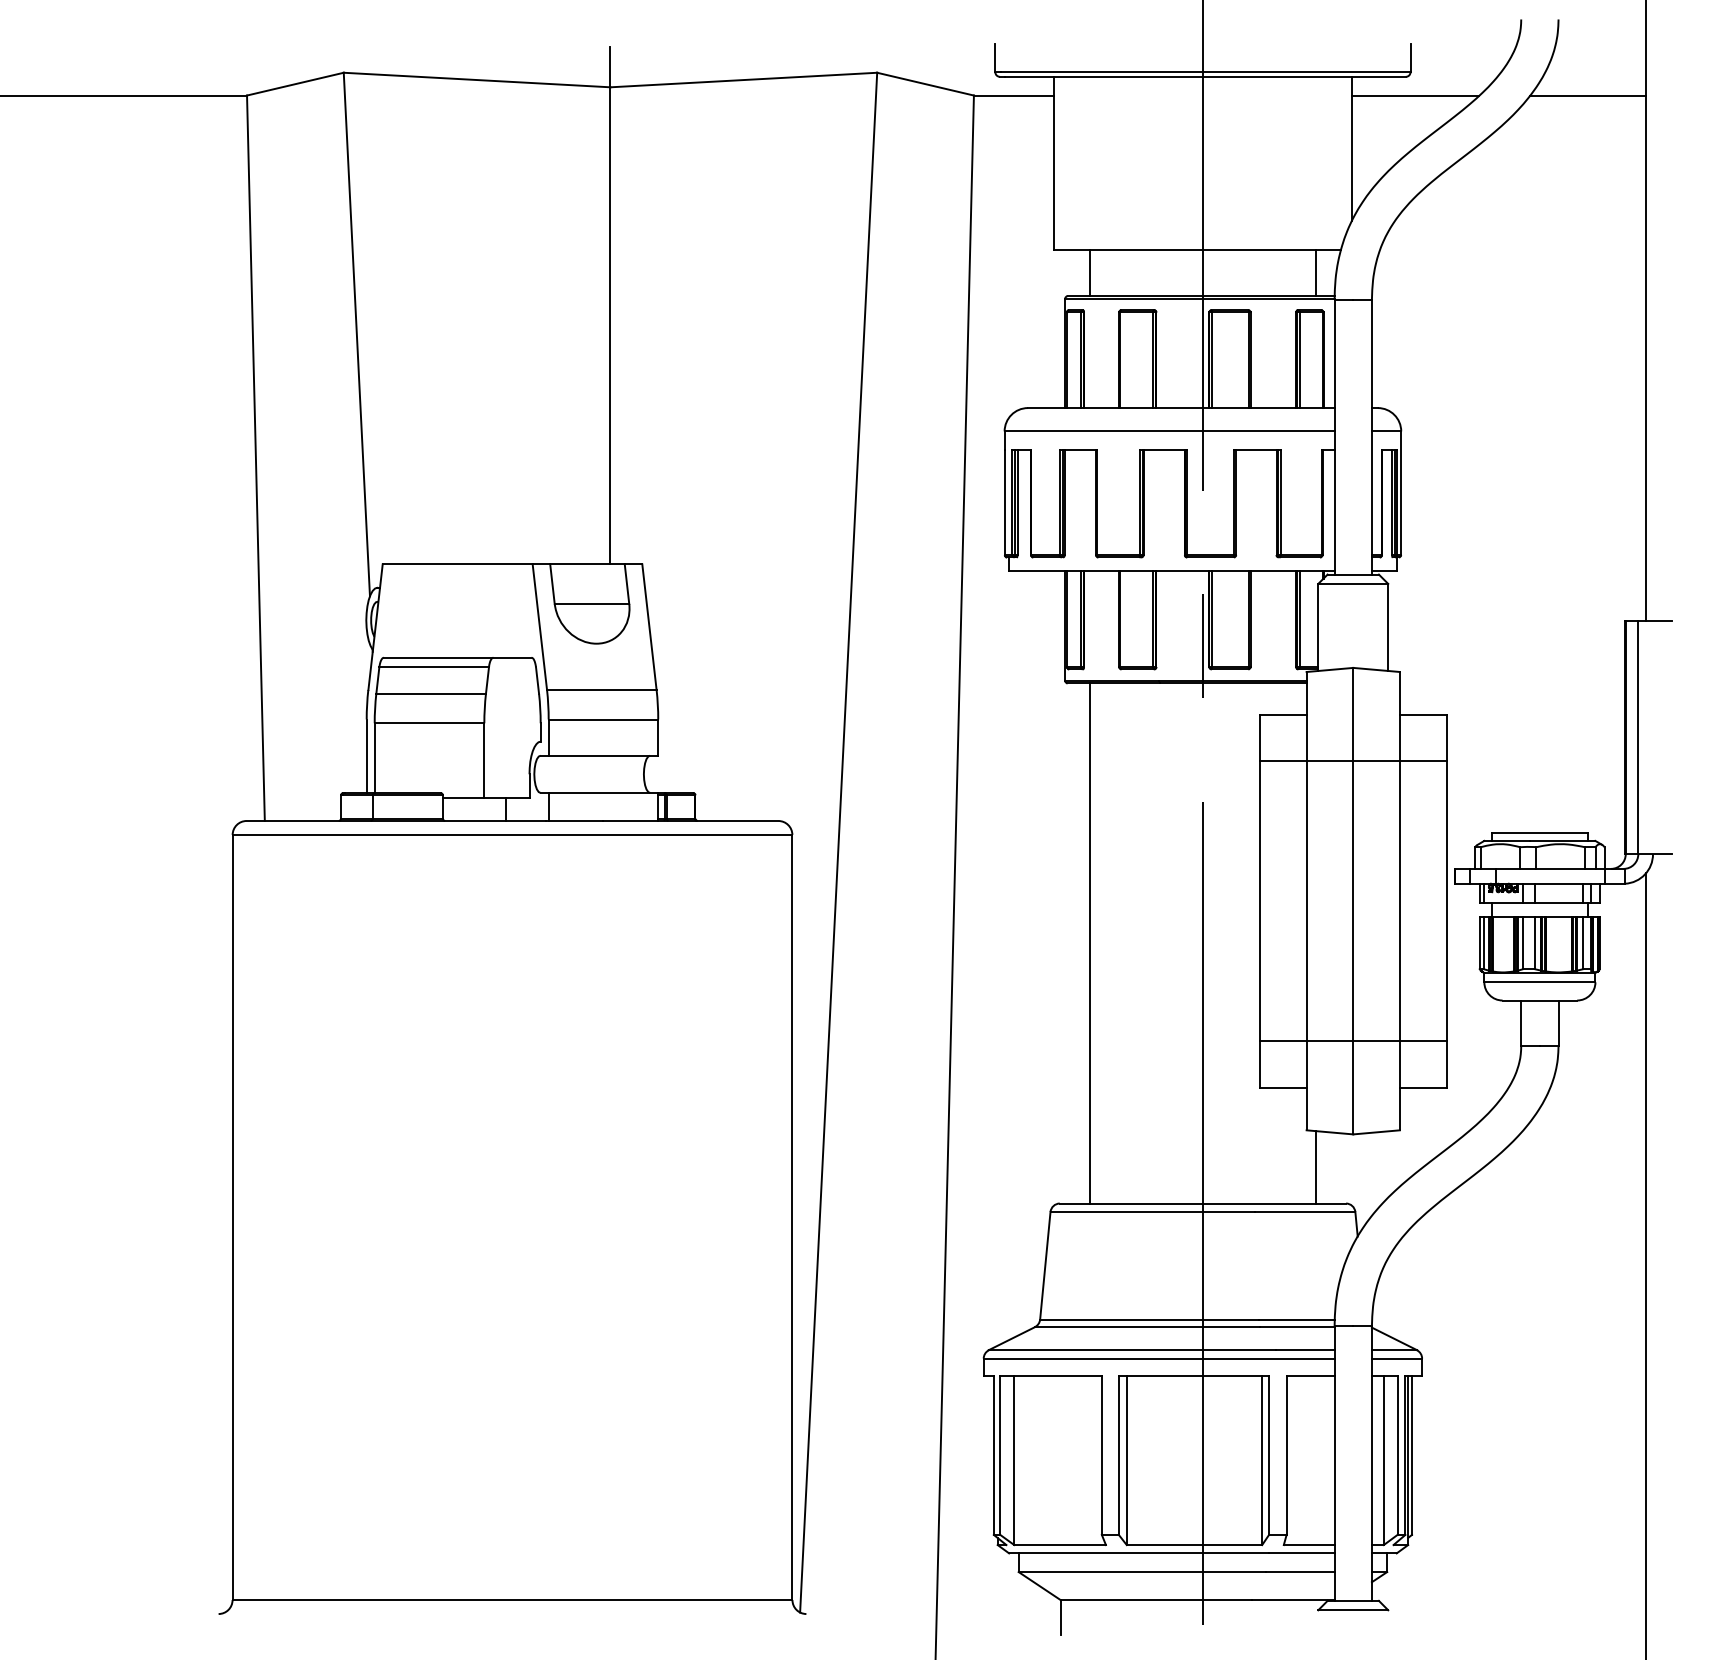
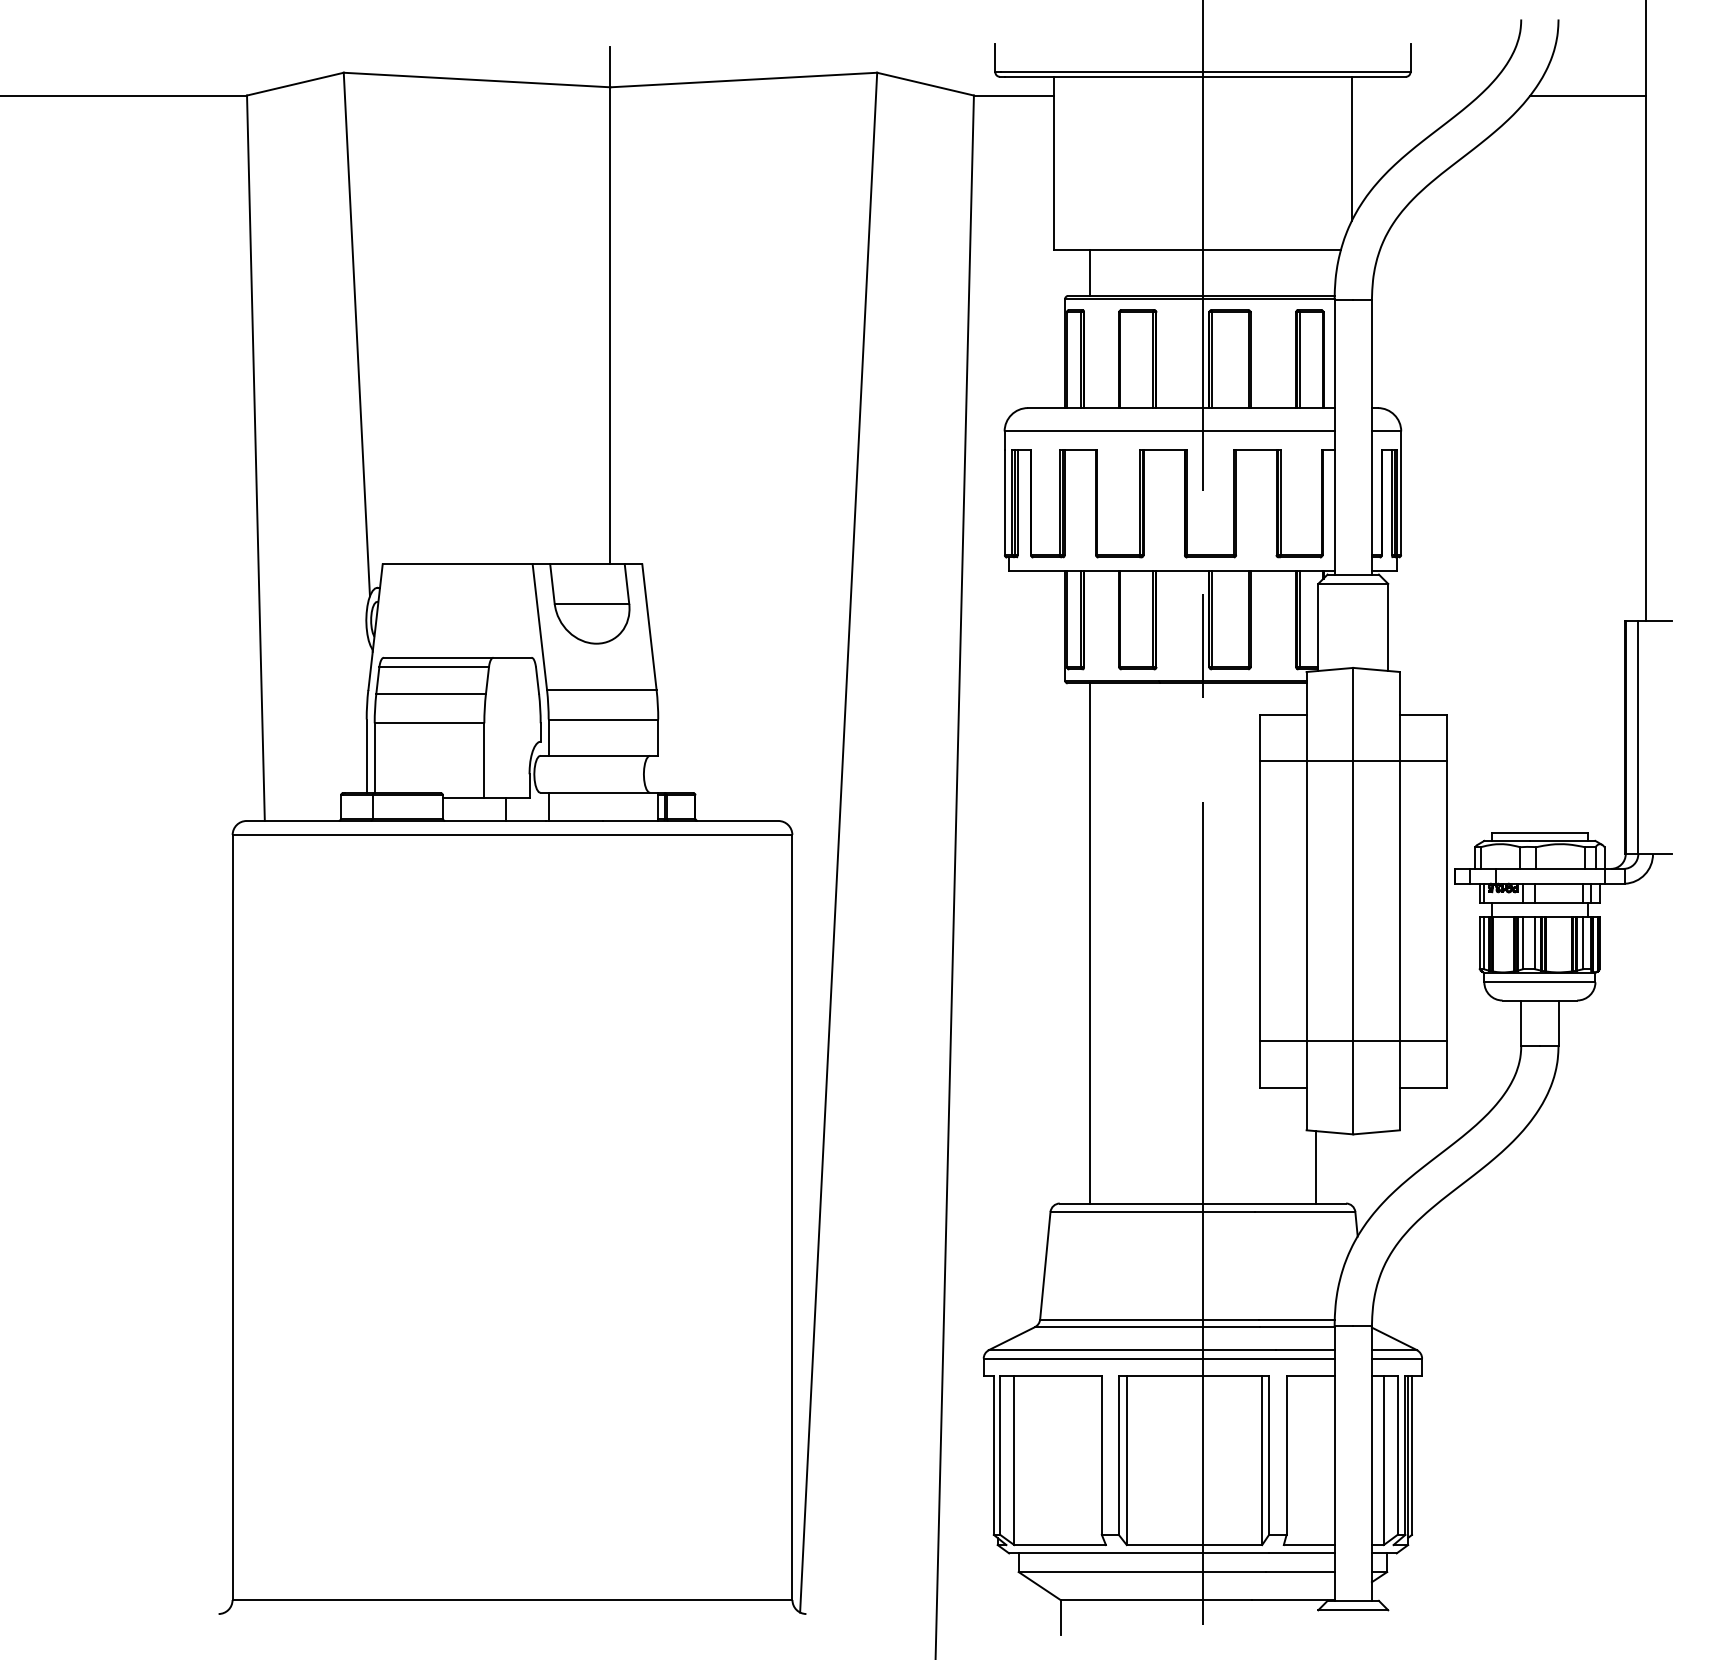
line at (1415, 95): present -> none
line at (1316, 272): present -> none
line at (1645, 1264): present -> none
